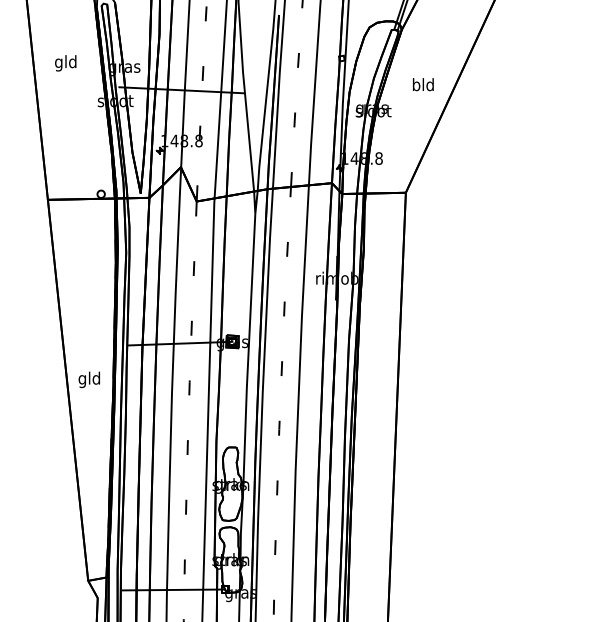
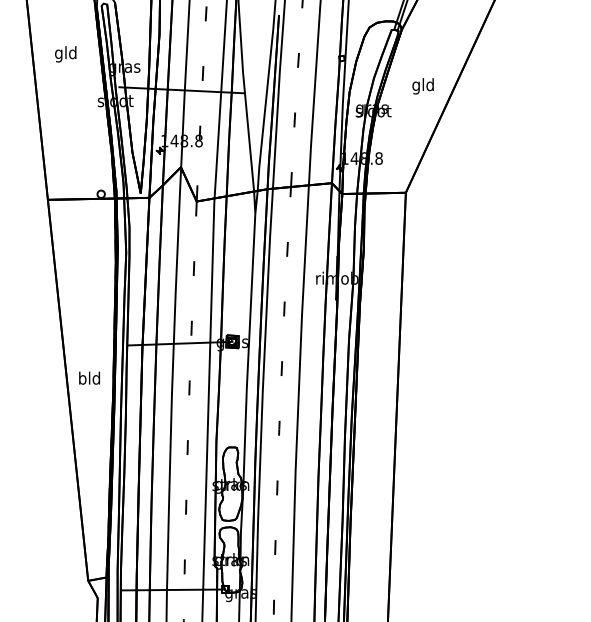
text at (65, 63) position: (65, 63) -> (65, 54)
text at (416, 86): bld -> gld
text at (82, 379): gld -> bld
